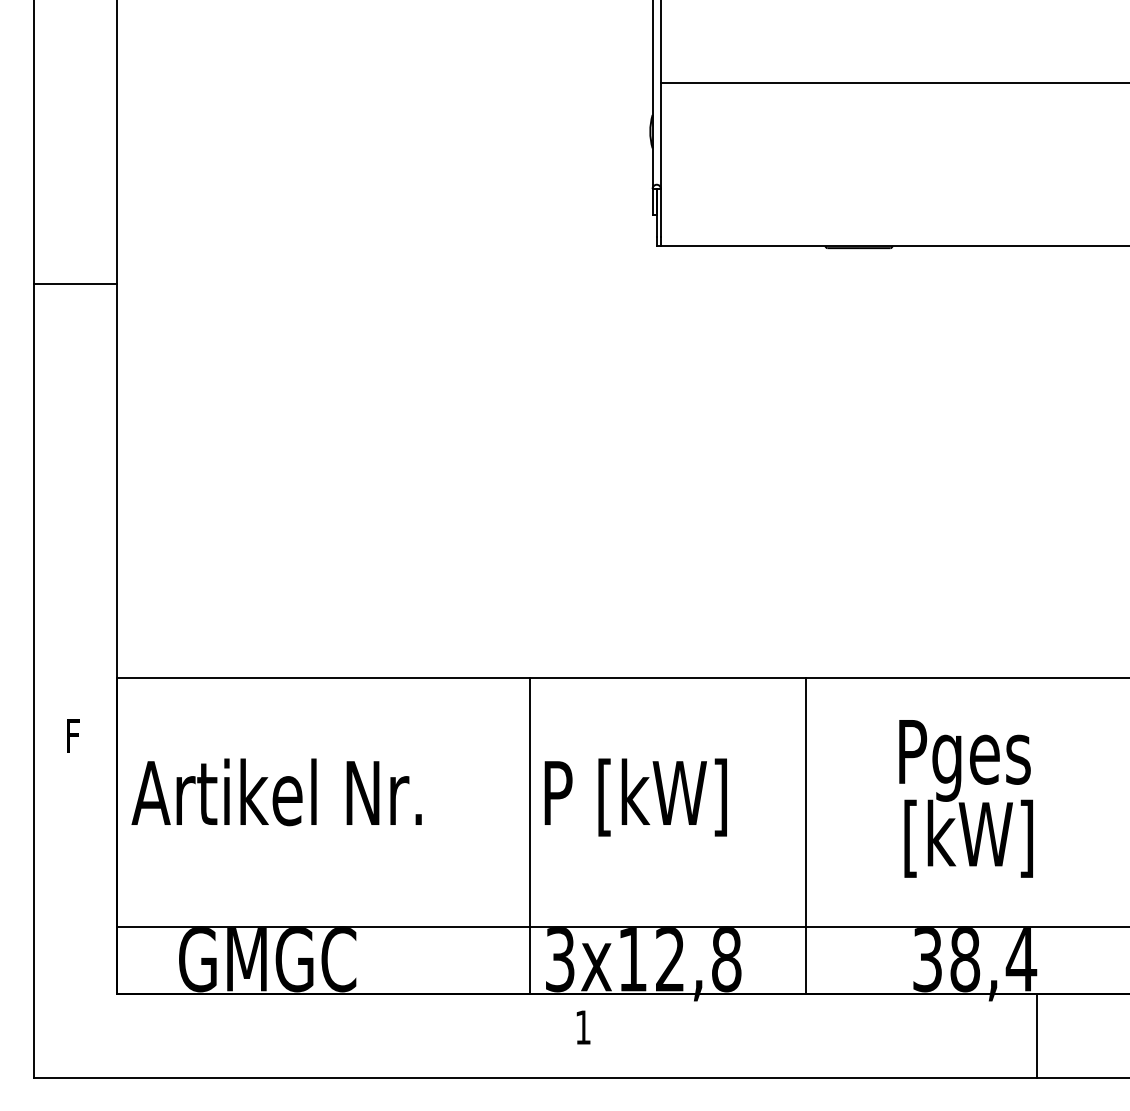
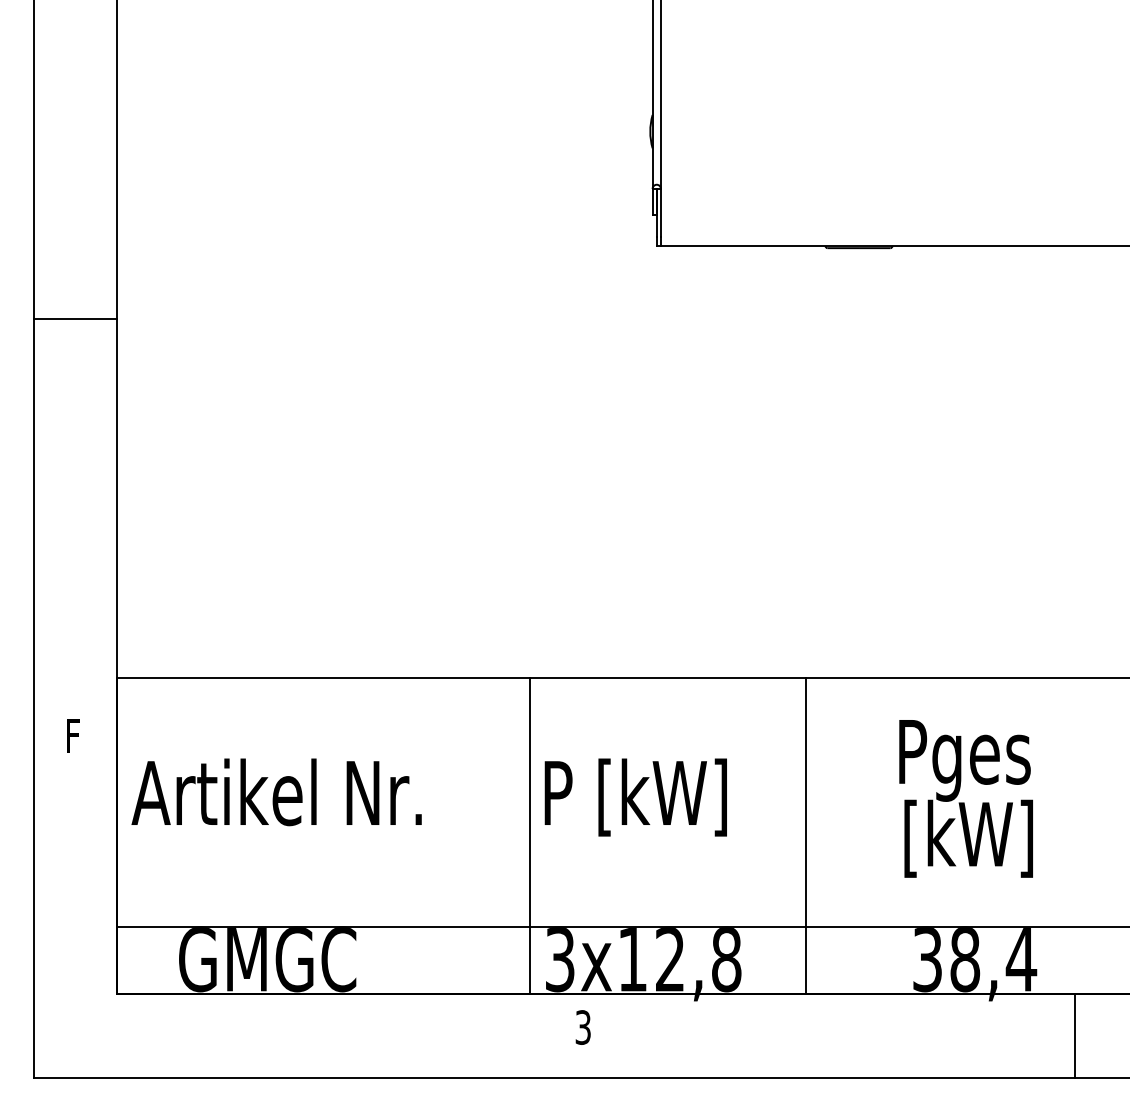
line at (893, 83): present -> none
line at (75, 284) position: (75, 284) -> (75, 319)
text at (582, 1027): 1 -> 3
line at (1036, 1035) position: (1036, 1035) -> (1074, 1035)
